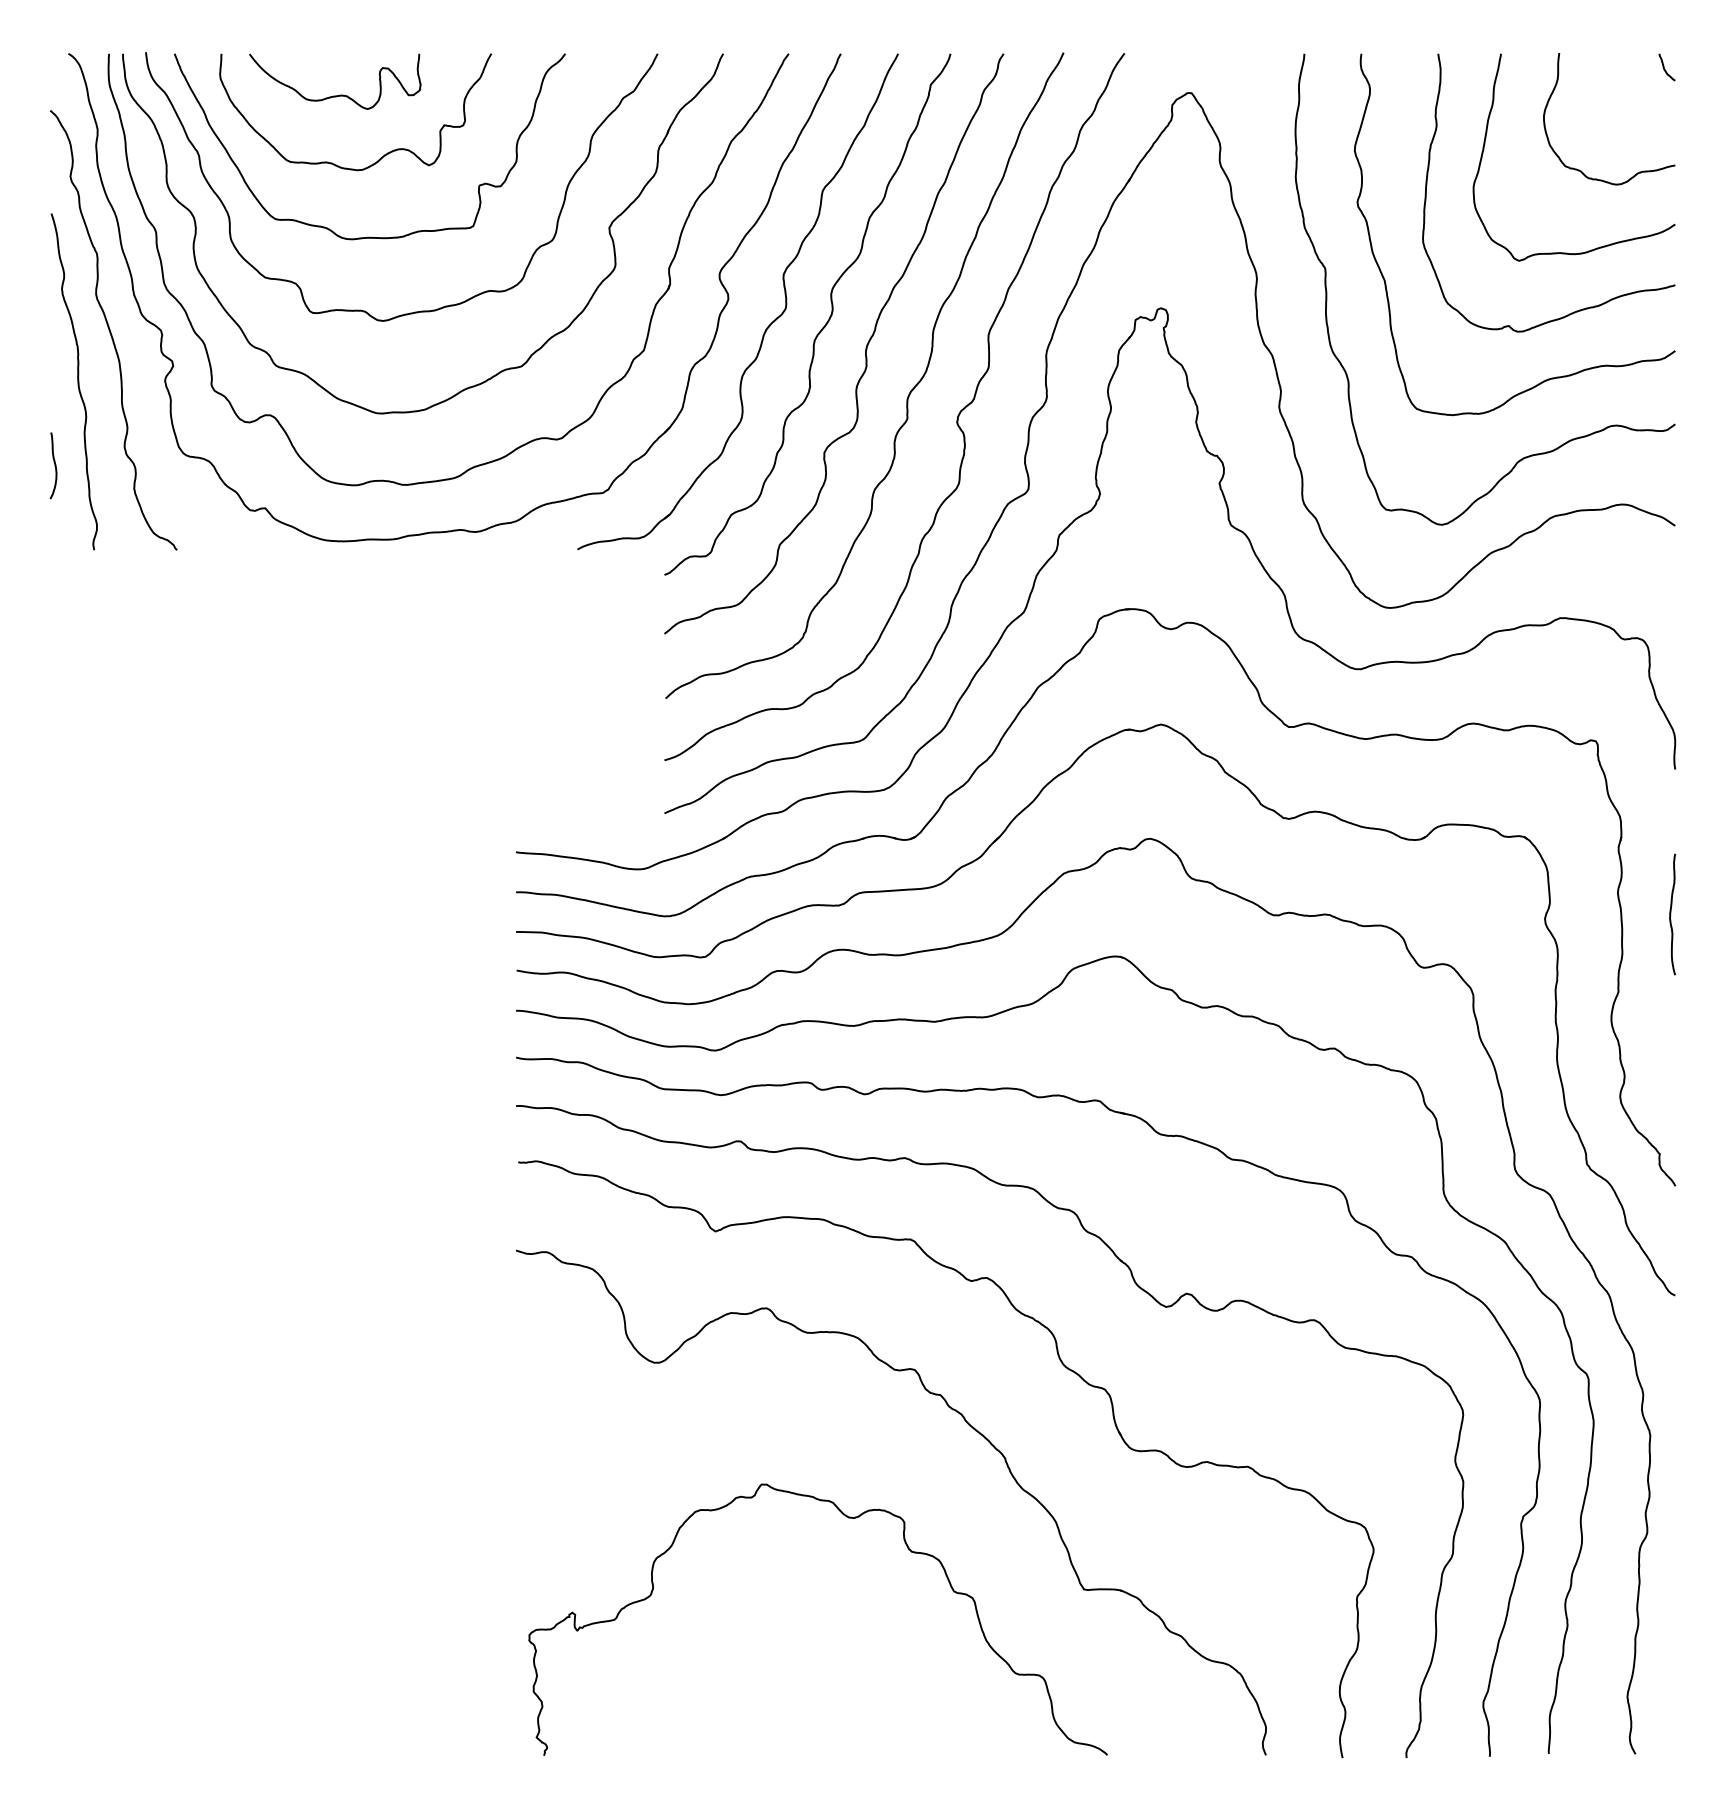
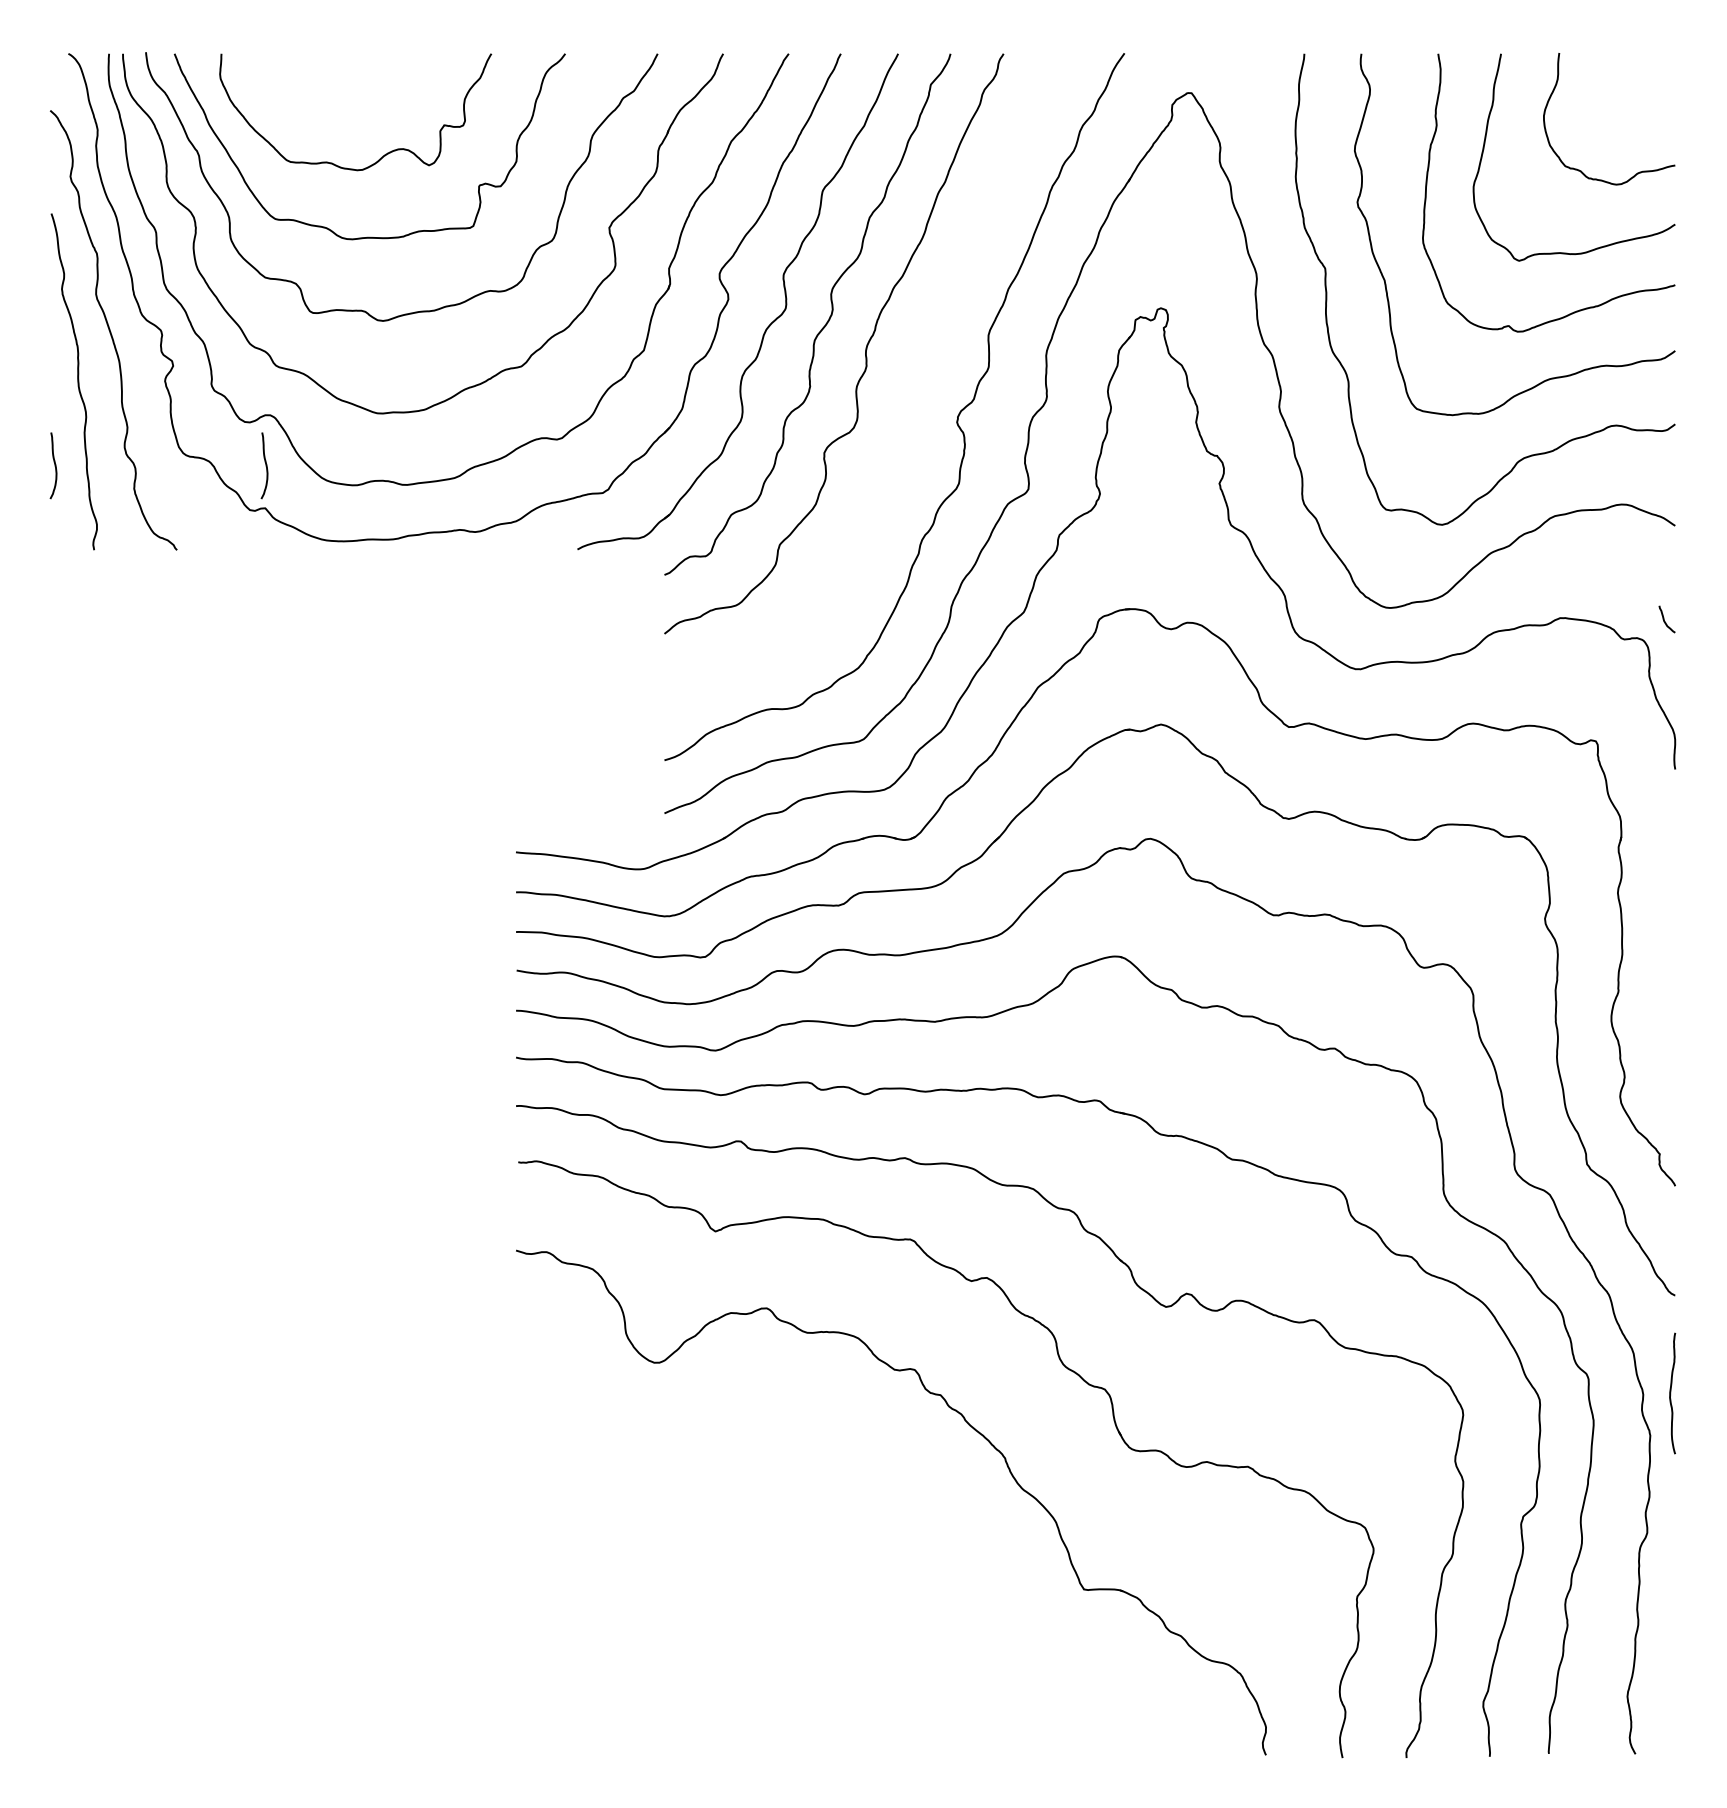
curve at (1664, 67) position: (1664, 67) -> (1664, 619)
curve at (339, 94): present -> none
curve at (908, 393): present -> none
curve at (265, 465): none -> present
curve at (1671, 914) position: (1671, 914) -> (1671, 1393)
curve at (848, 1518): present -> none
